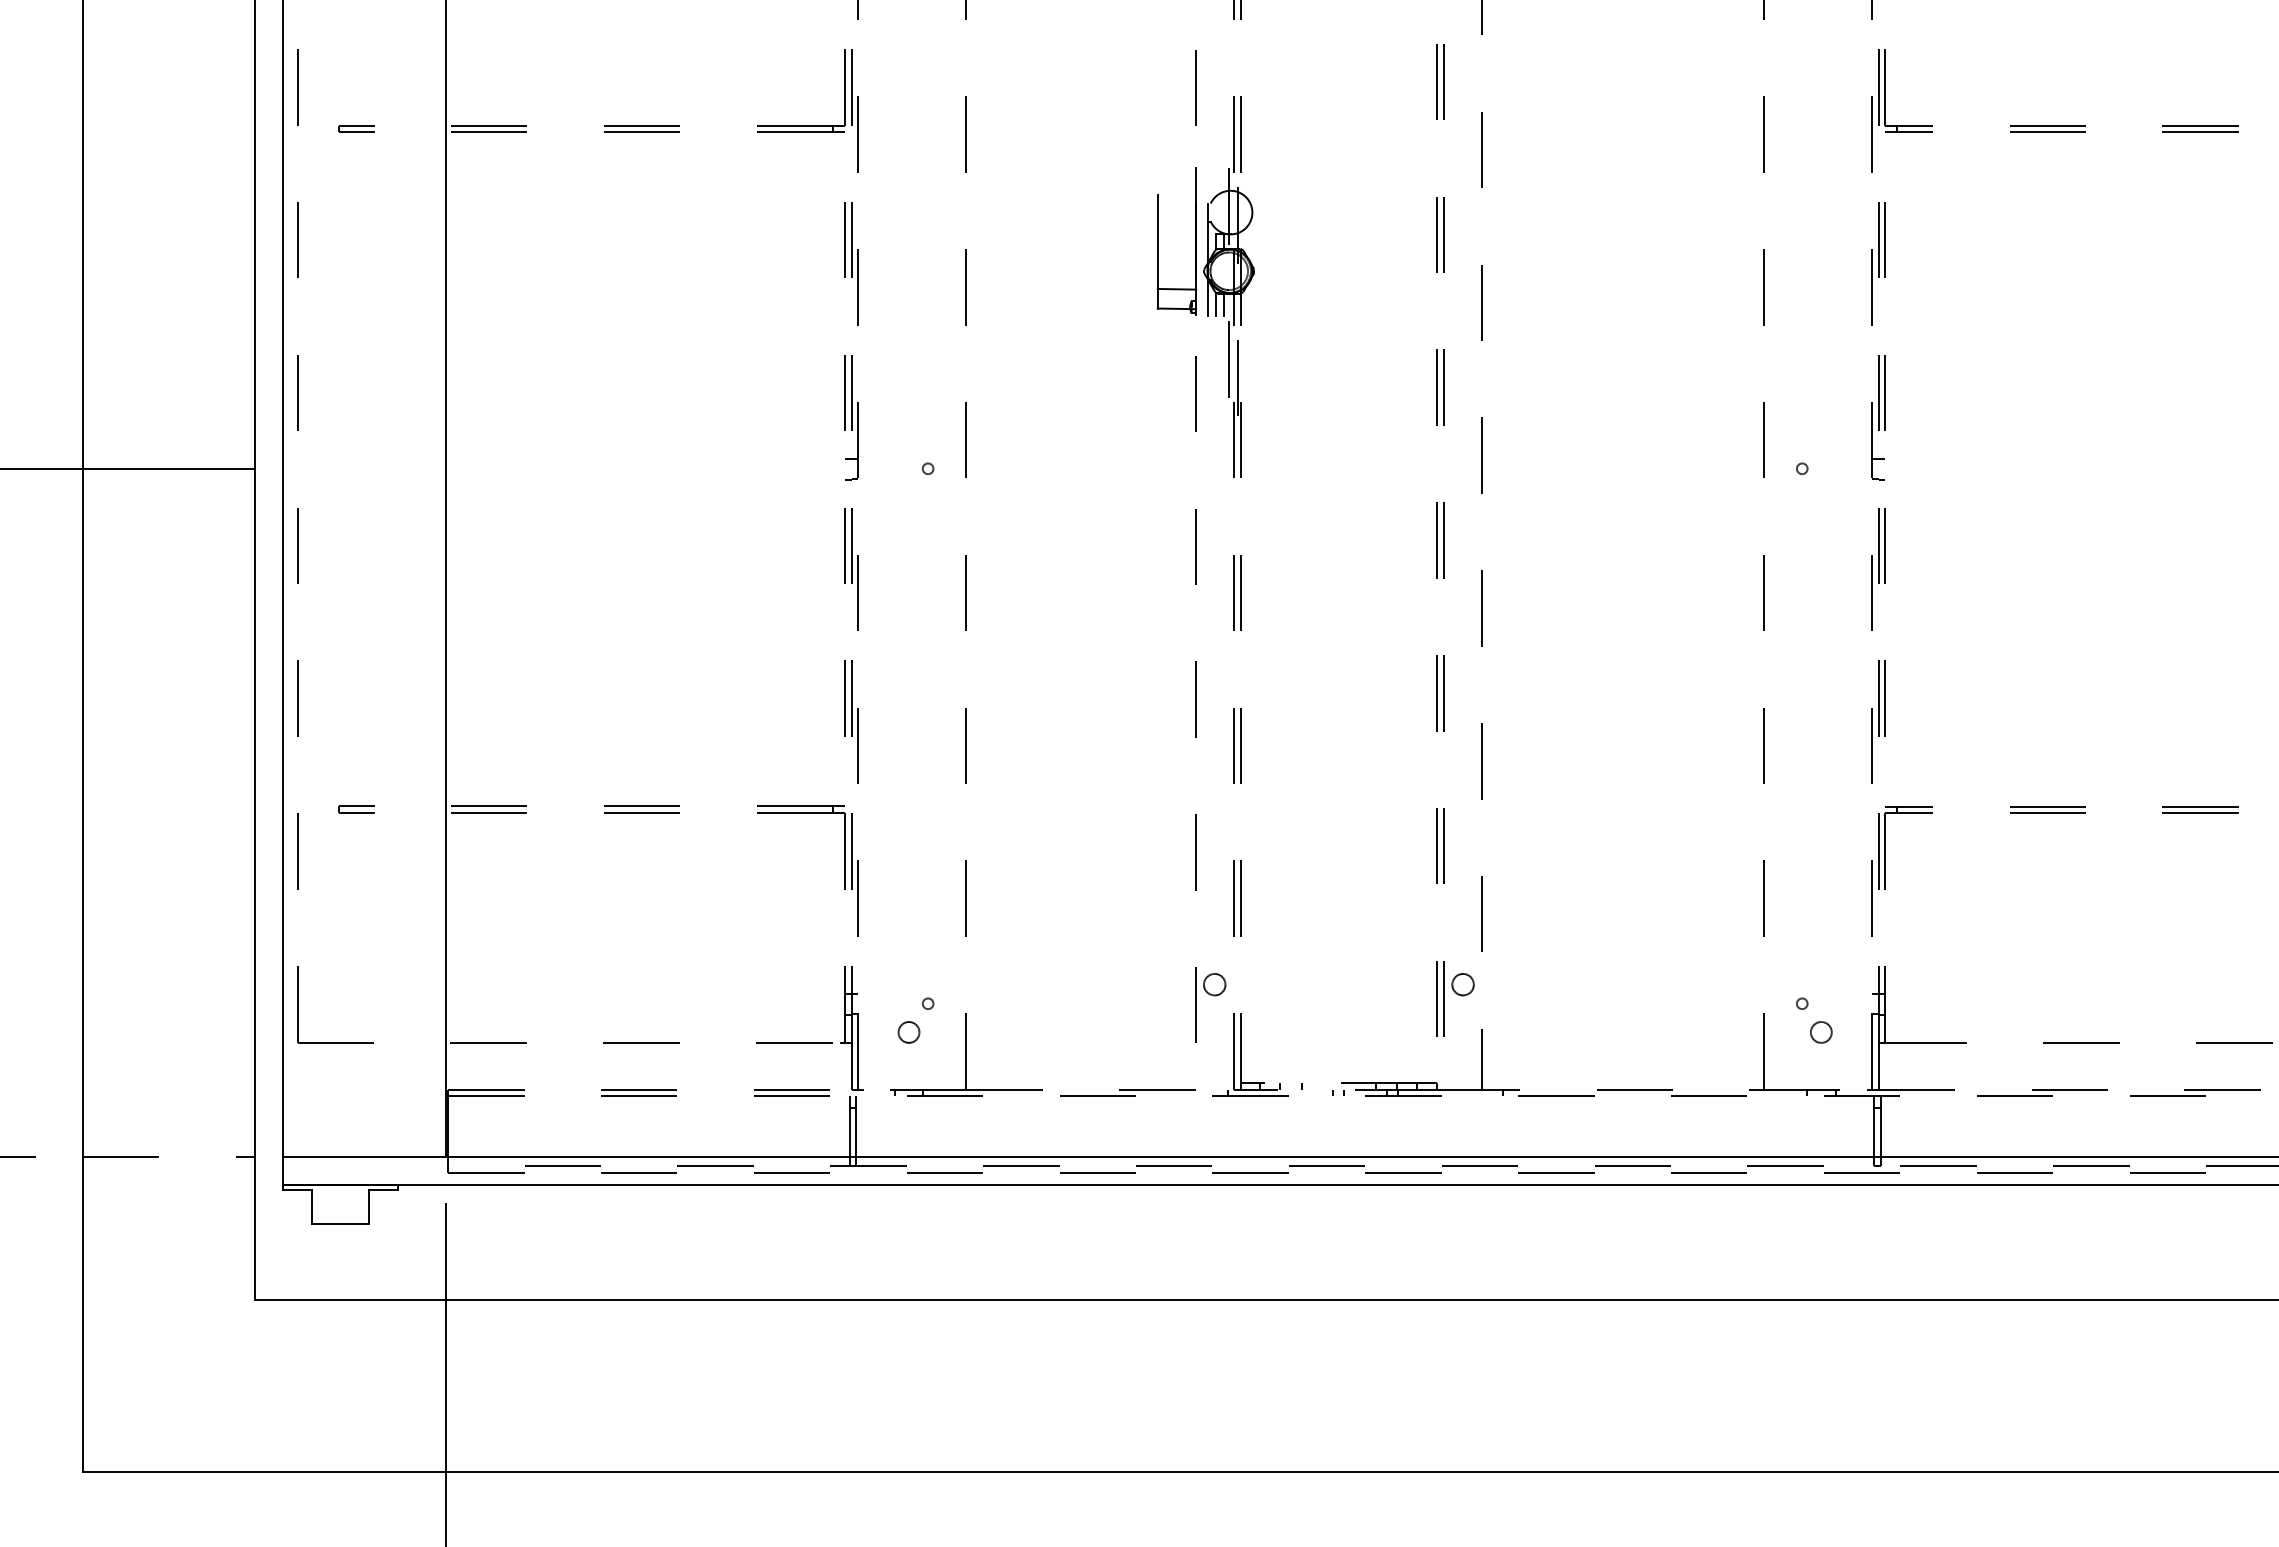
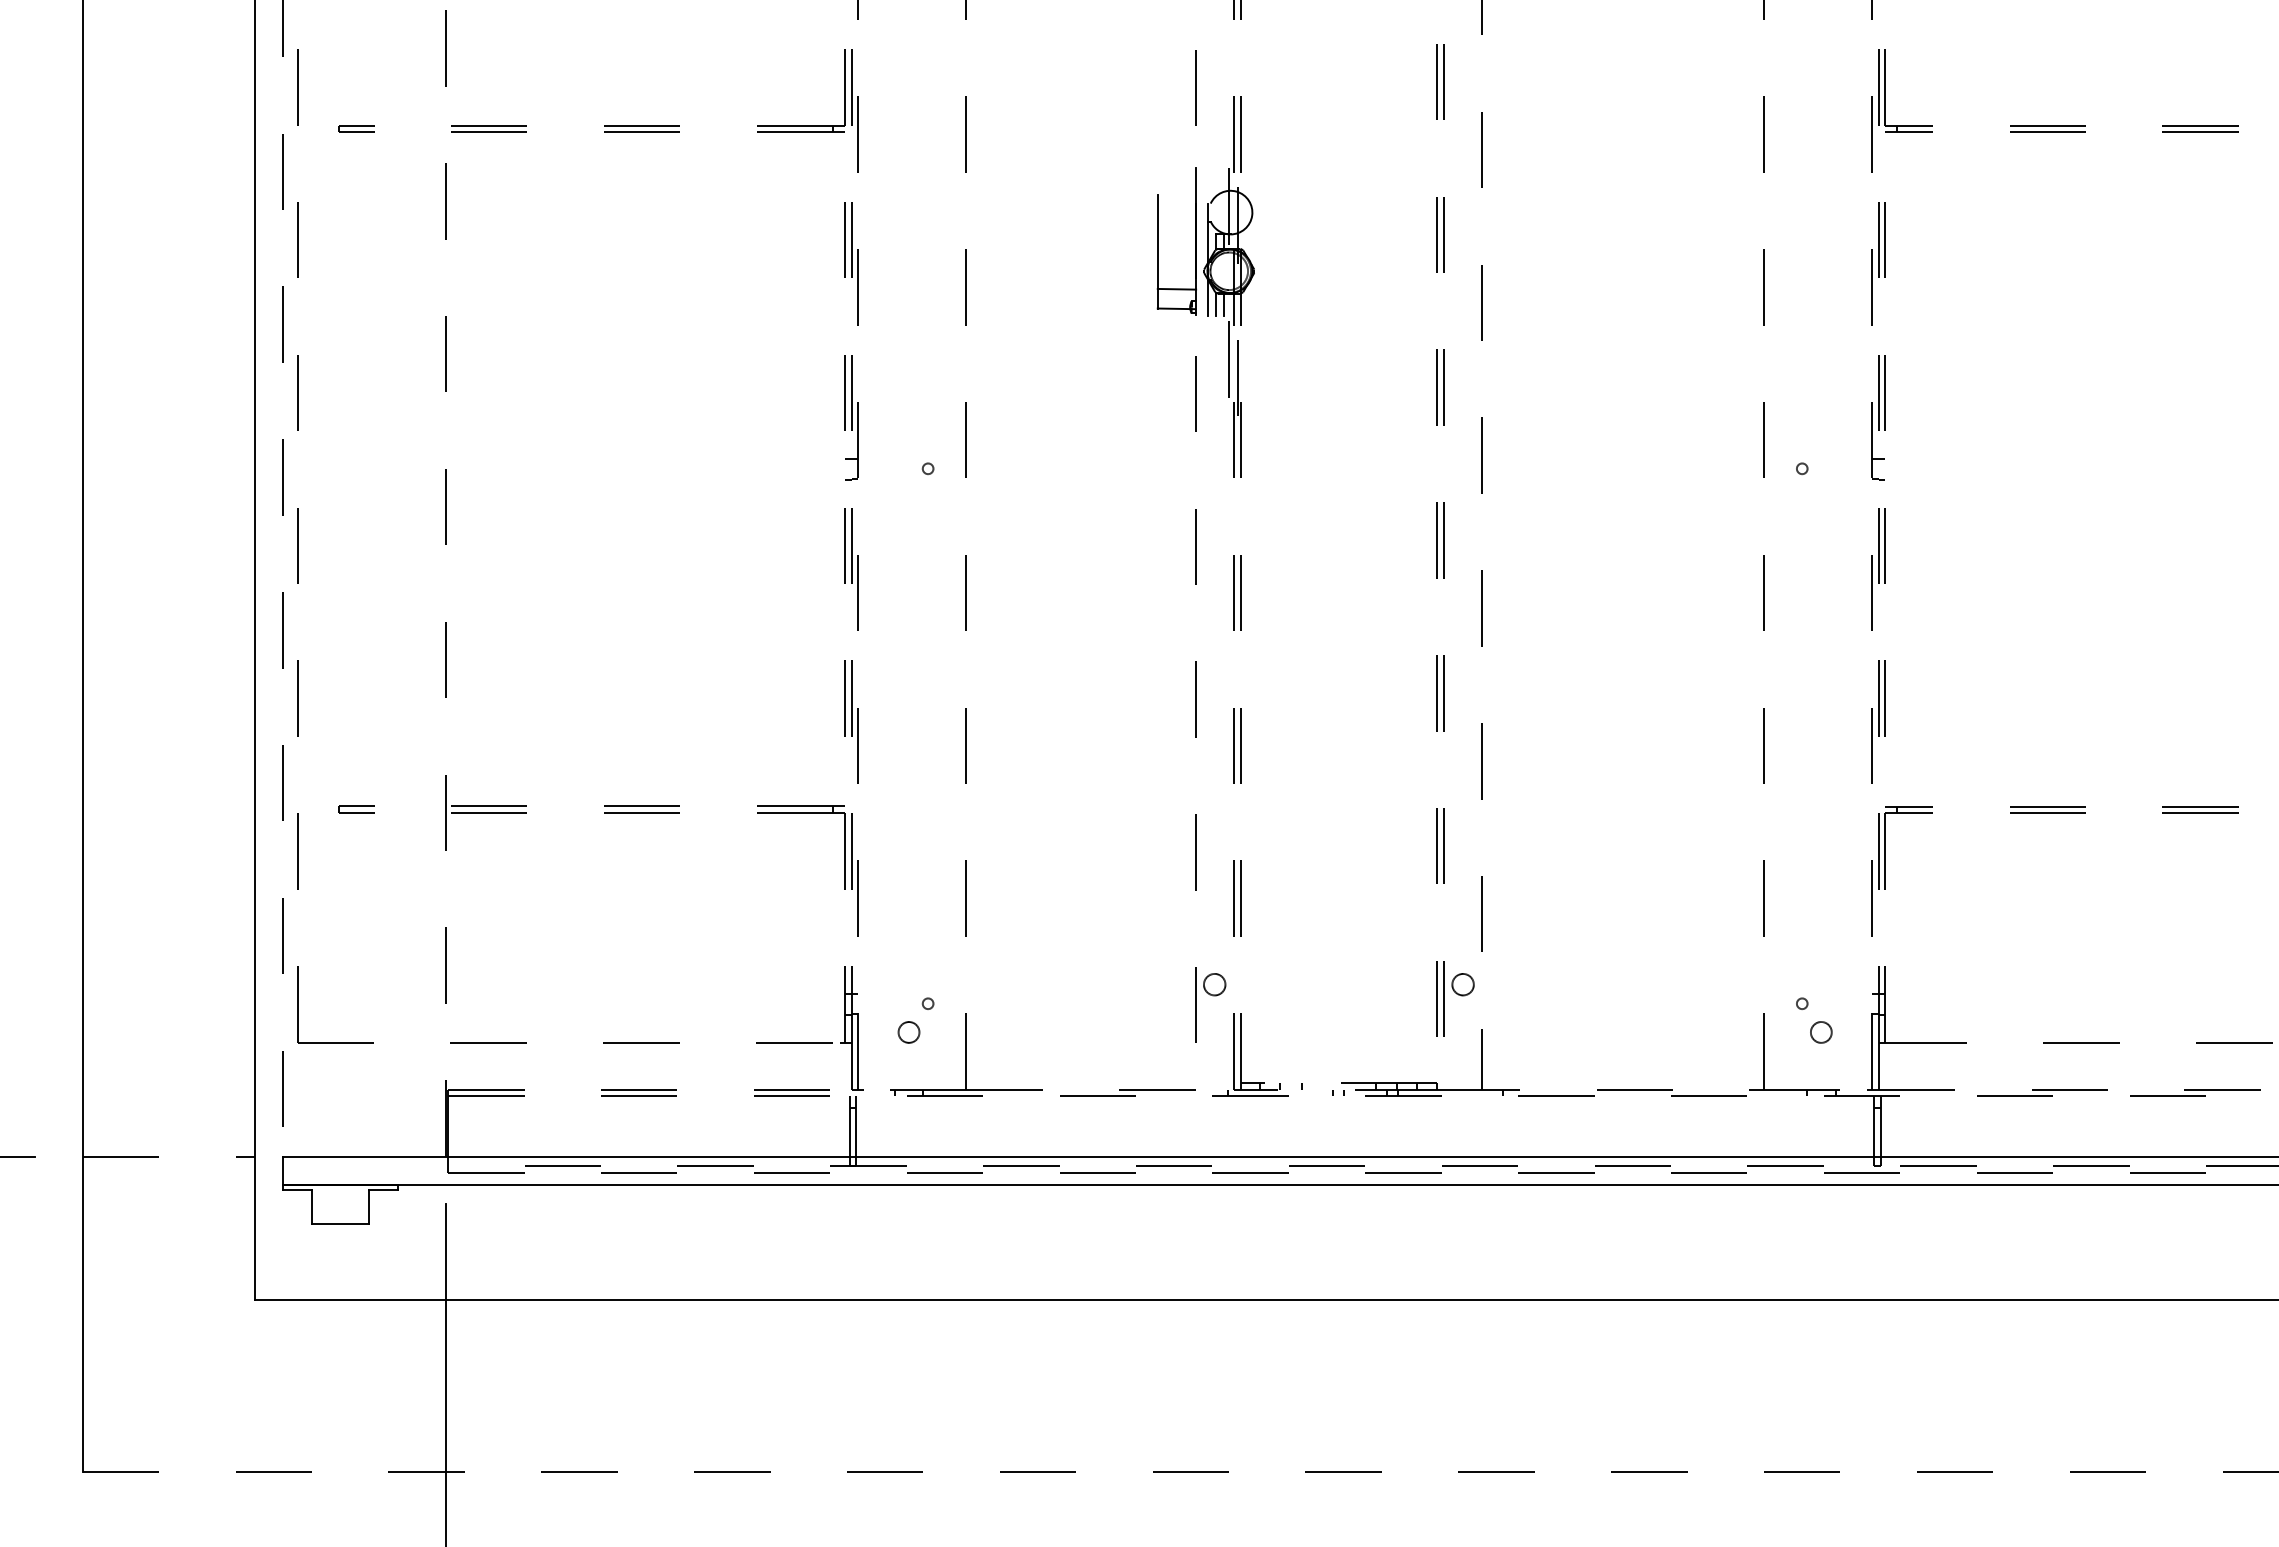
line at (128, 468): present -> none
line at (283, 578): solid -> dashed
line at (445, 578): solid -> dashed
line at (1180, 1471): solid -> dashed
